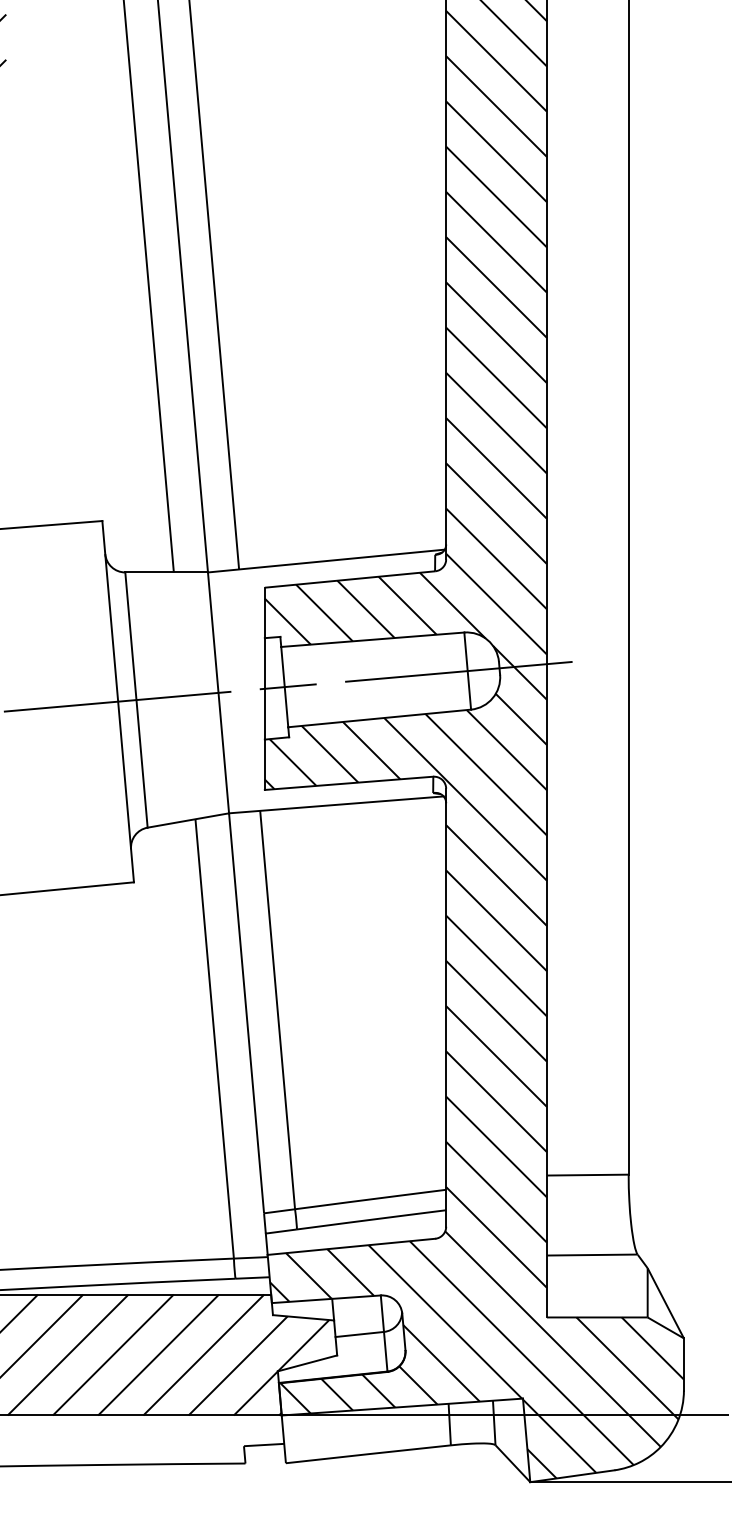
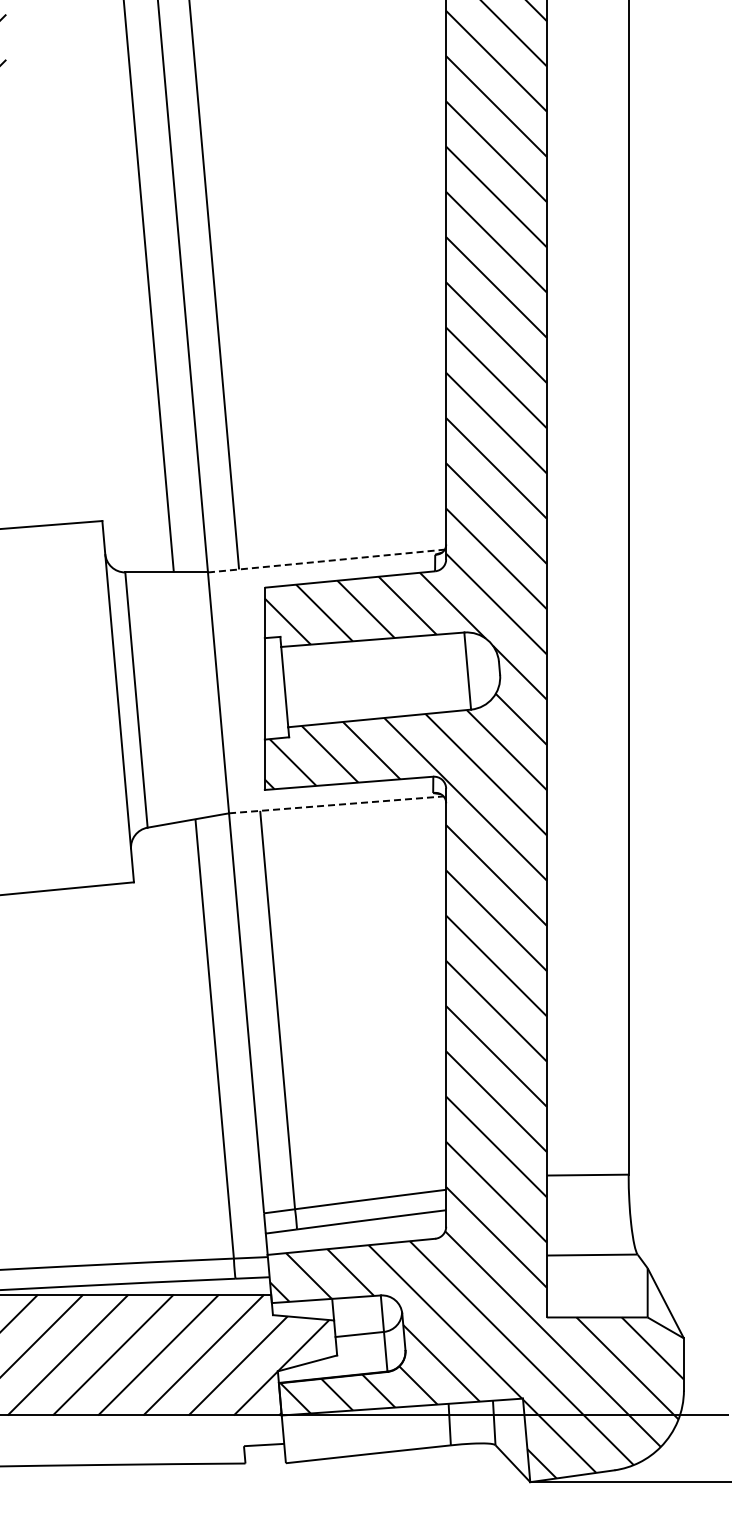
line at (326, 561): solid -> dashed
line at (287, 686): present -> none
line at (336, 804): solid -> dashed
